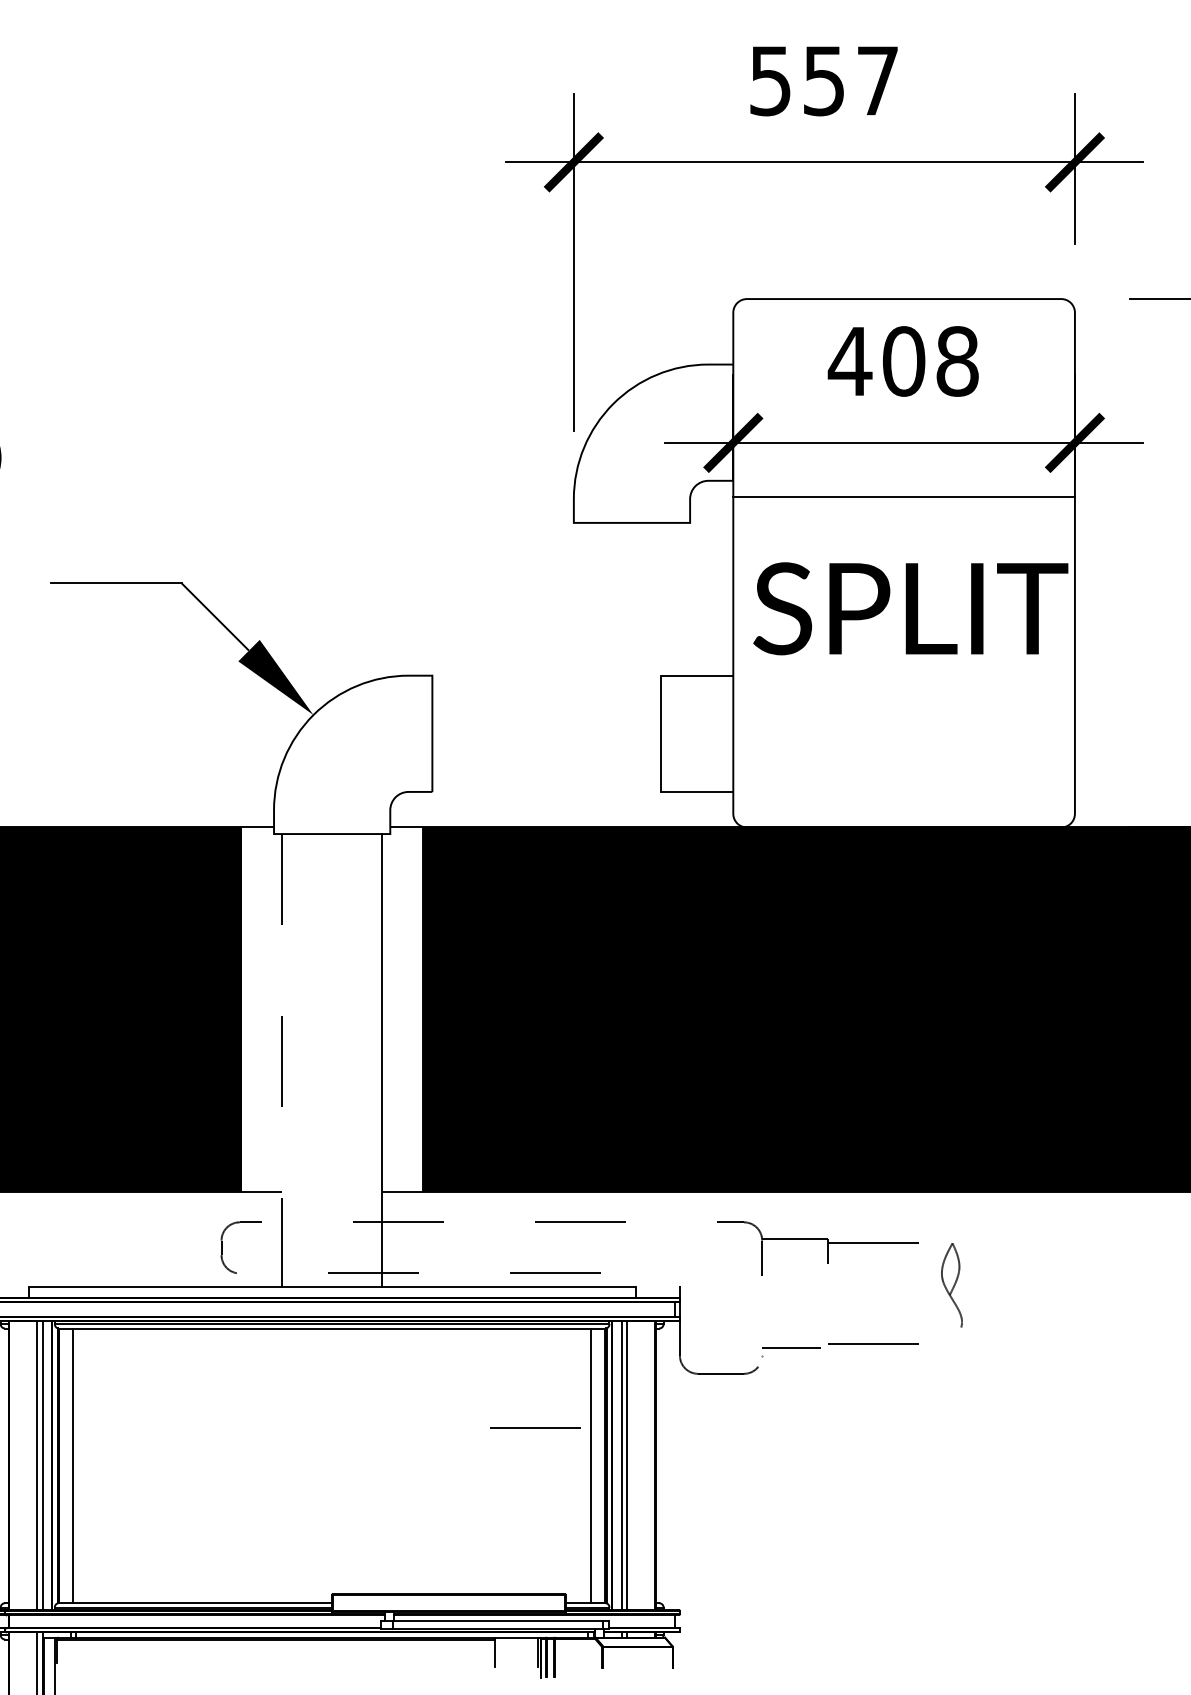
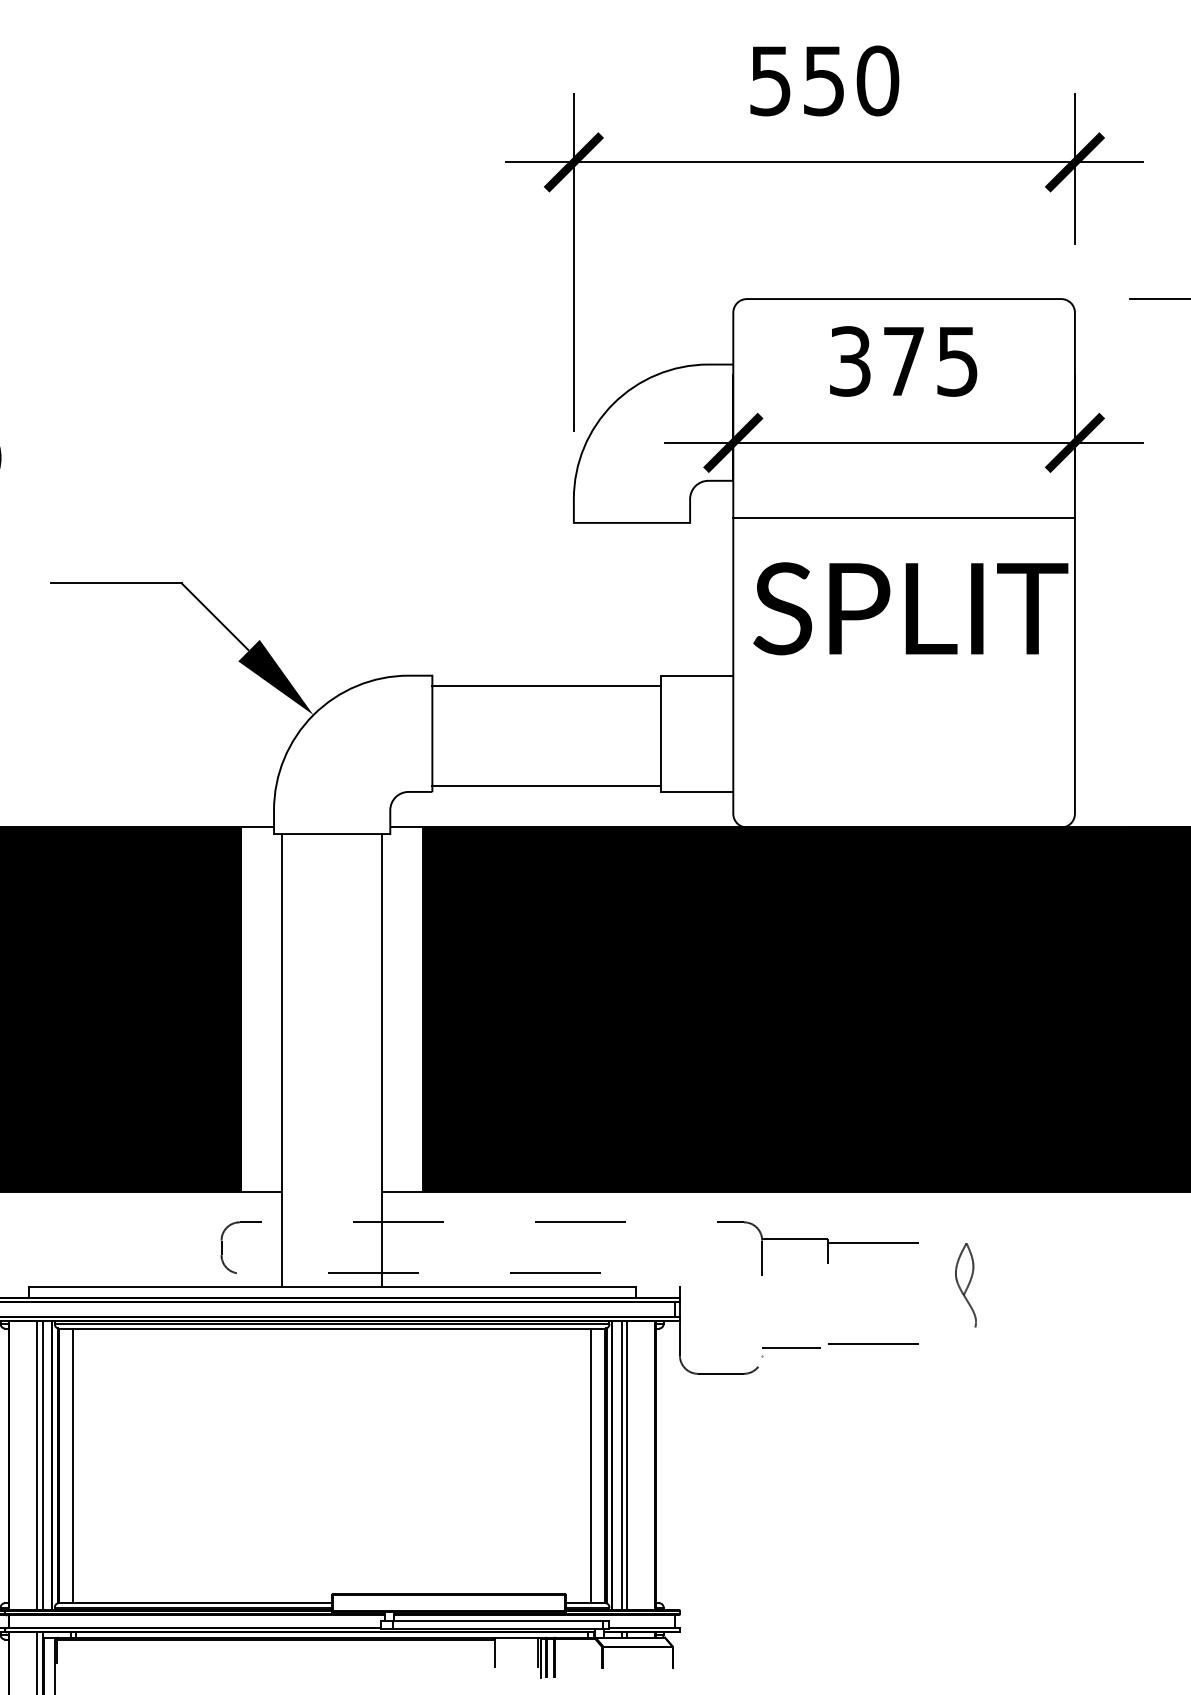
text at (877, 80): 557 -> 550
text at (902, 361): 408 -> 375
line at (903, 496) position: (903, 496) -> (903, 517)
line at (546, 685): none -> present
line at (546, 786): none -> present
line at (282, 1060): dashed -> solid
part at (951, 1285) position: (951, 1285) -> (965, 1285)
line at (535, 1427): present -> none
